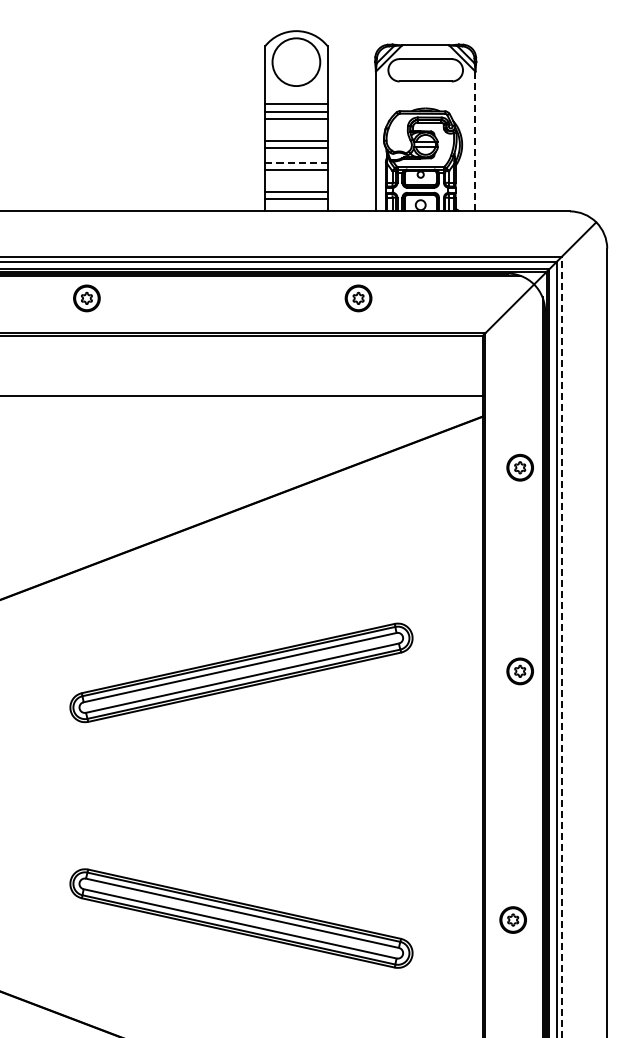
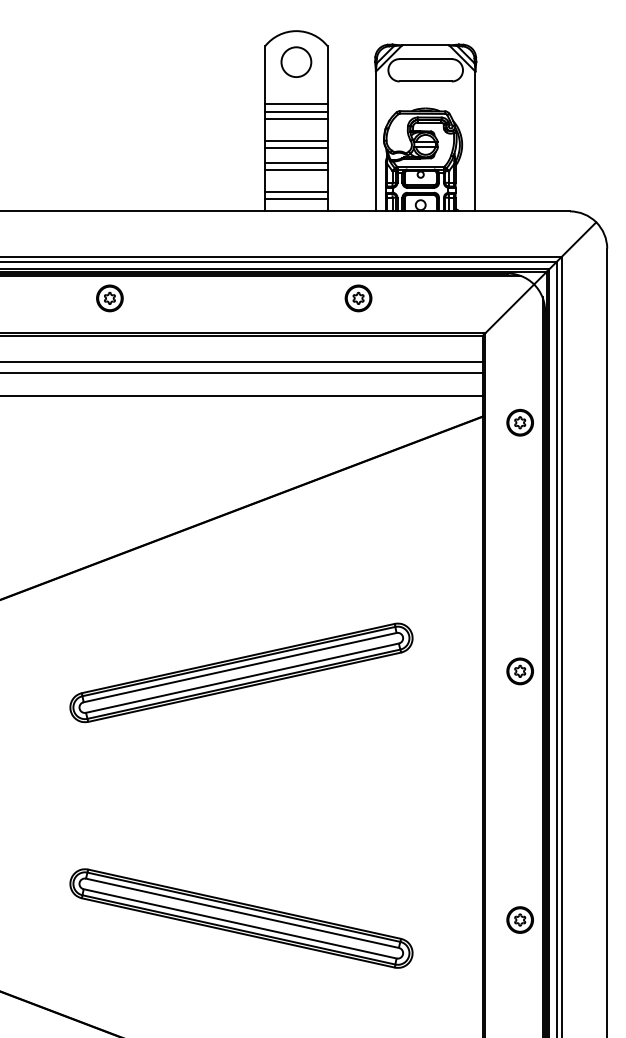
circle at (296, 62) diameter: 48 px -> 30 px
line at (475, 141): dashed -> solid
line at (295, 163): dashed -> solid
part at (86, 298) position: (86, 298) -> (109, 298)
line at (242, 361): none -> present
line at (242, 373): none -> present
part at (519, 467) position: (519, 467) -> (519, 422)
line at (561, 646): dashed -> solid
part at (512, 919) position: (512, 919) -> (519, 919)
